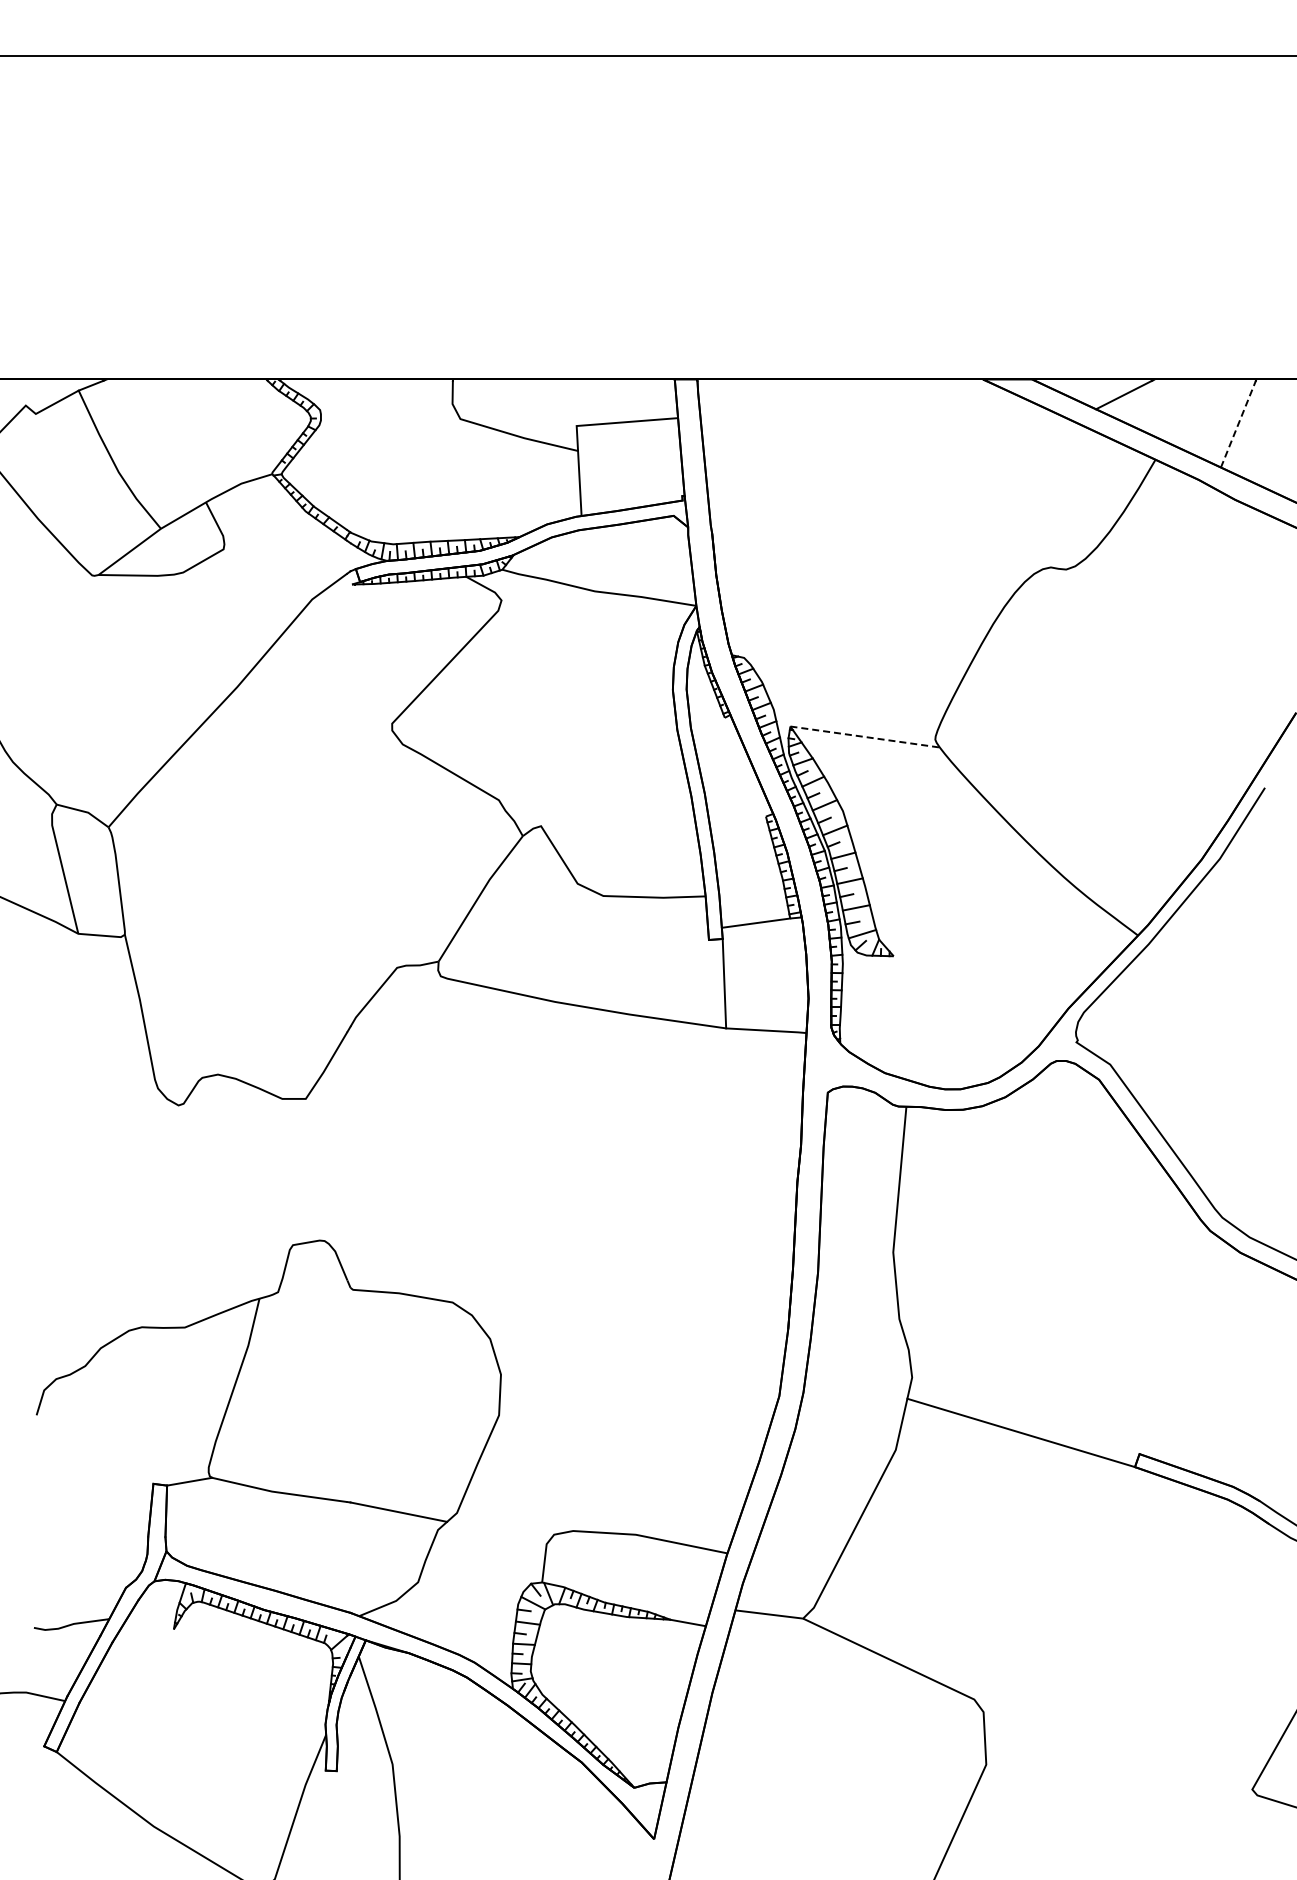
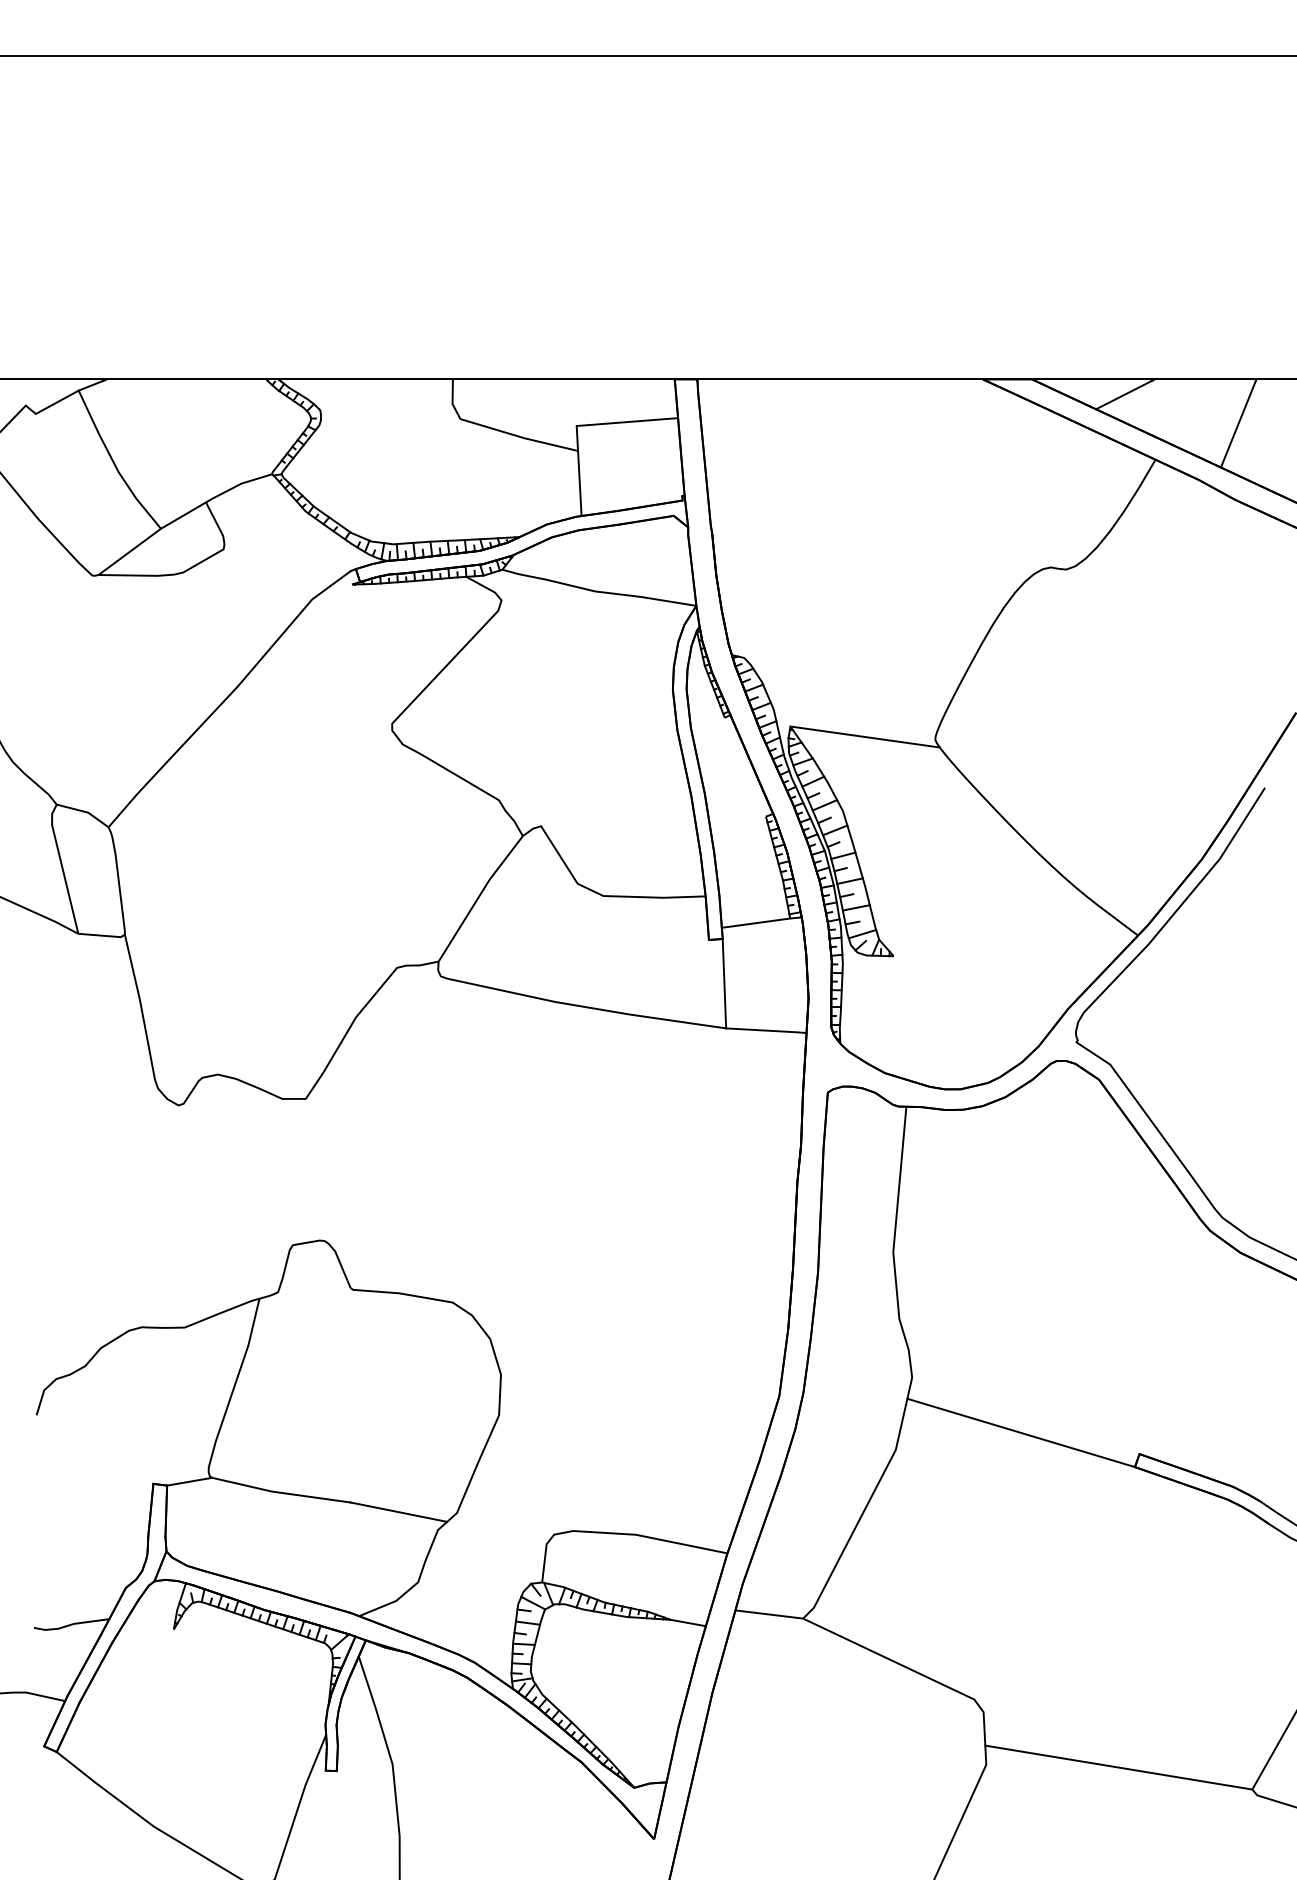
line at (1238, 424): dashed -> solid
line at (865, 737): dashed -> solid
line at (1118, 1767): none -> present
